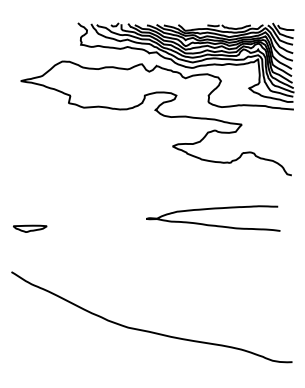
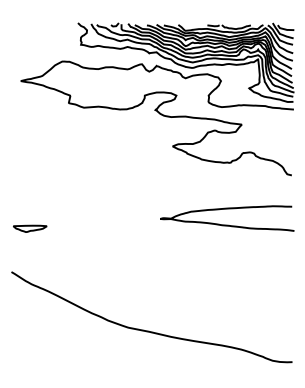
curve at (213, 224) position: (213, 224) -> (227, 224)
